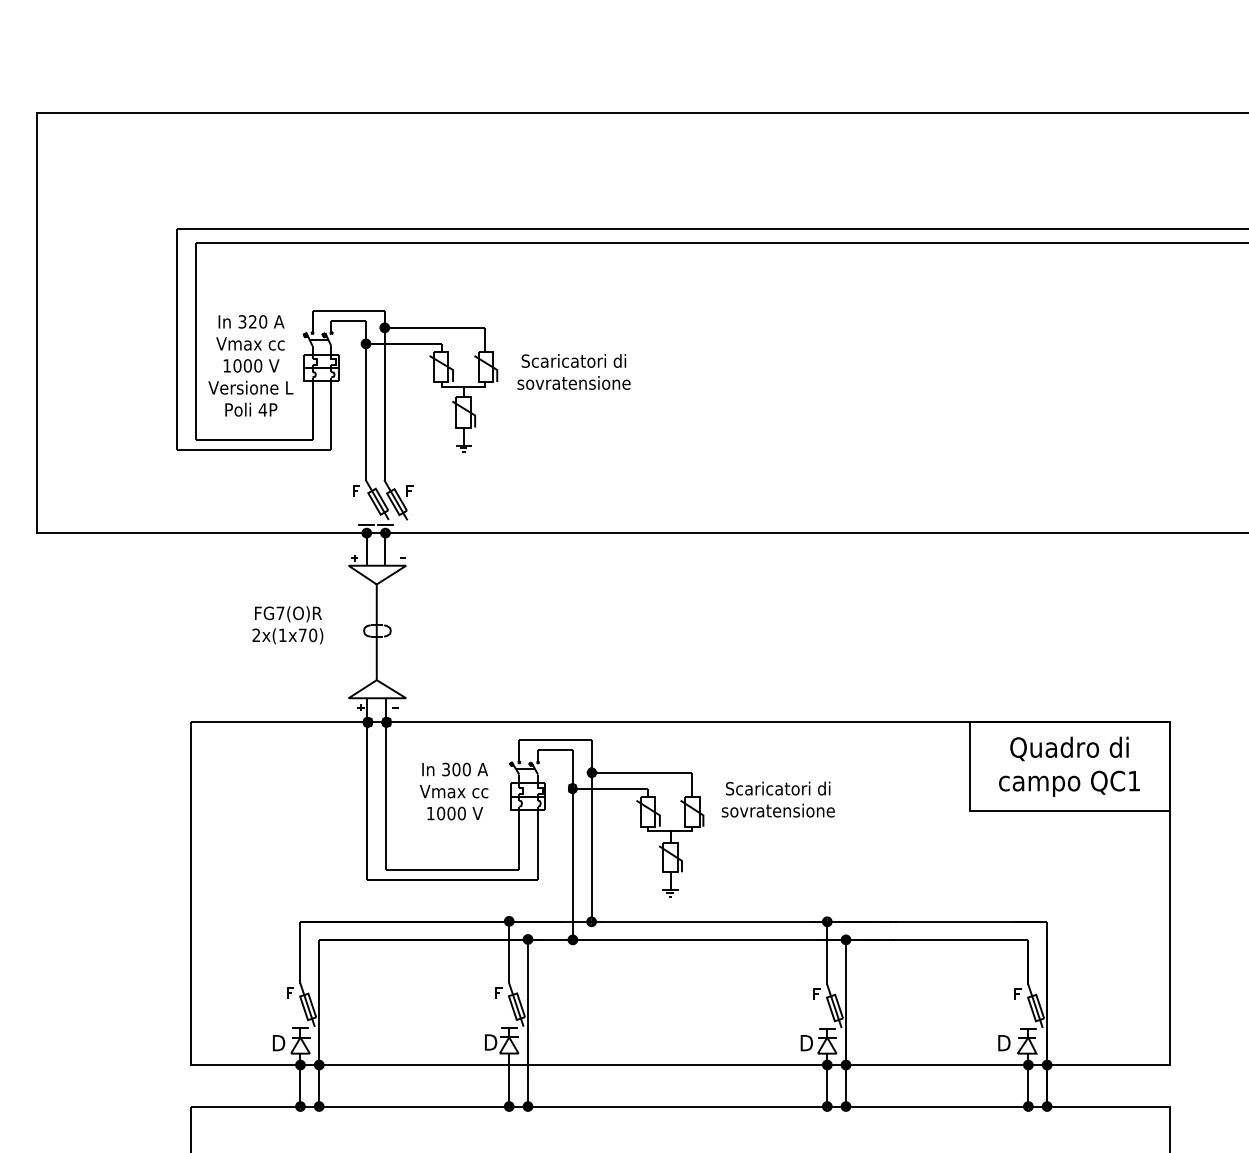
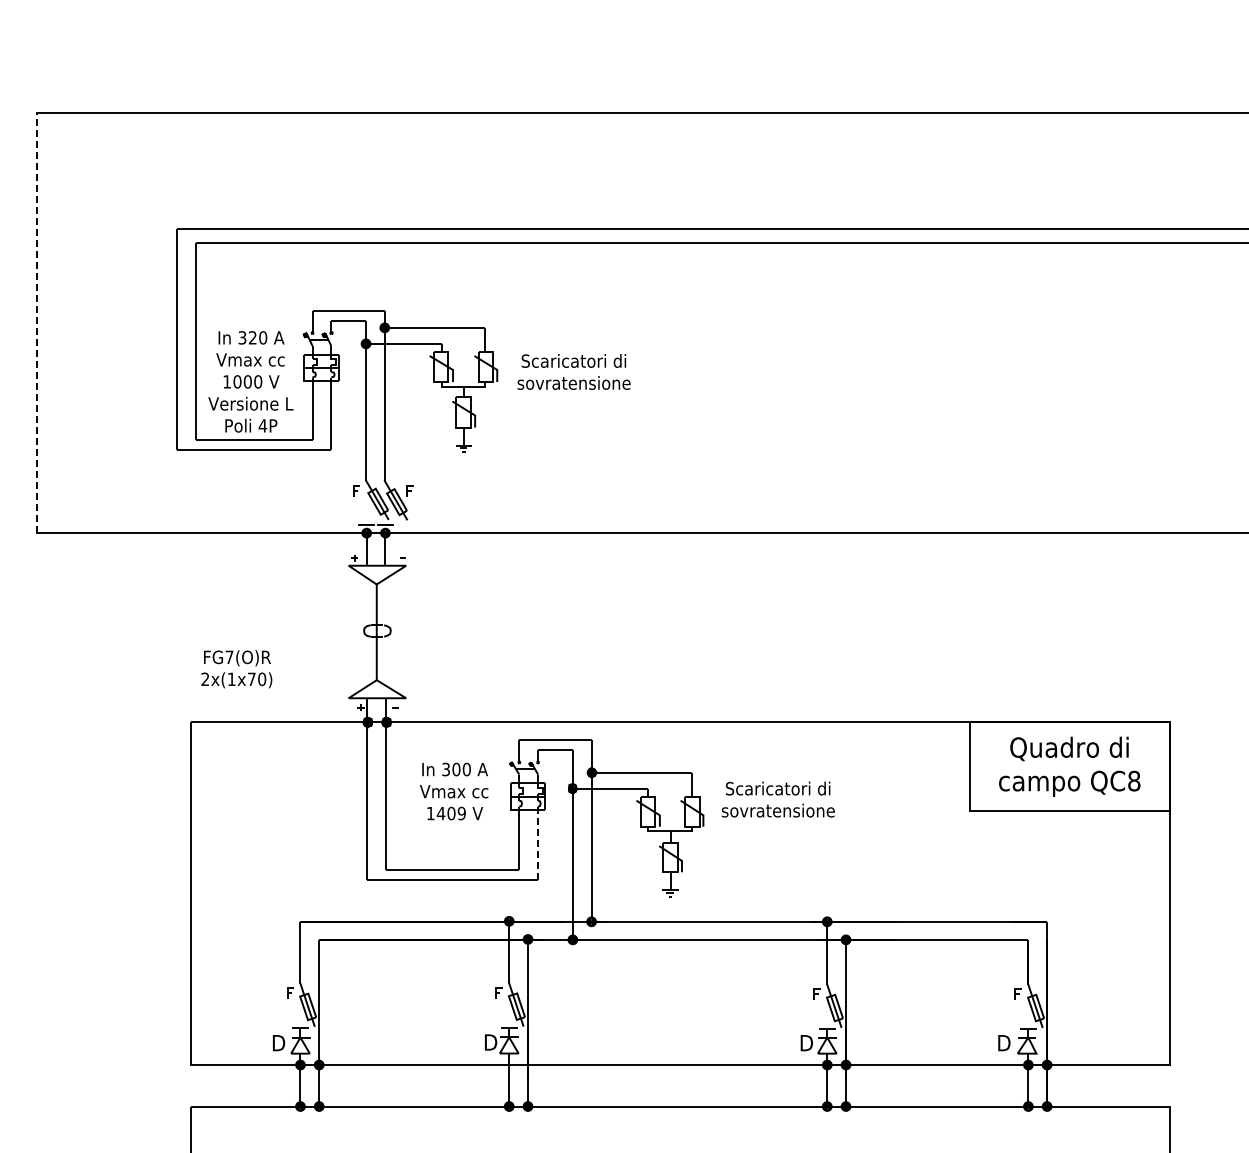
line at (37, 323): solid -> dashed
text at (250, 365) position: (250, 365) -> (250, 381)
text at (287, 625) position: (287, 625) -> (236, 669)
text at (1134, 780): QC1 -> QC8
text at (450, 813): 1000 -> 1409
line at (538, 844): solid -> dashed
